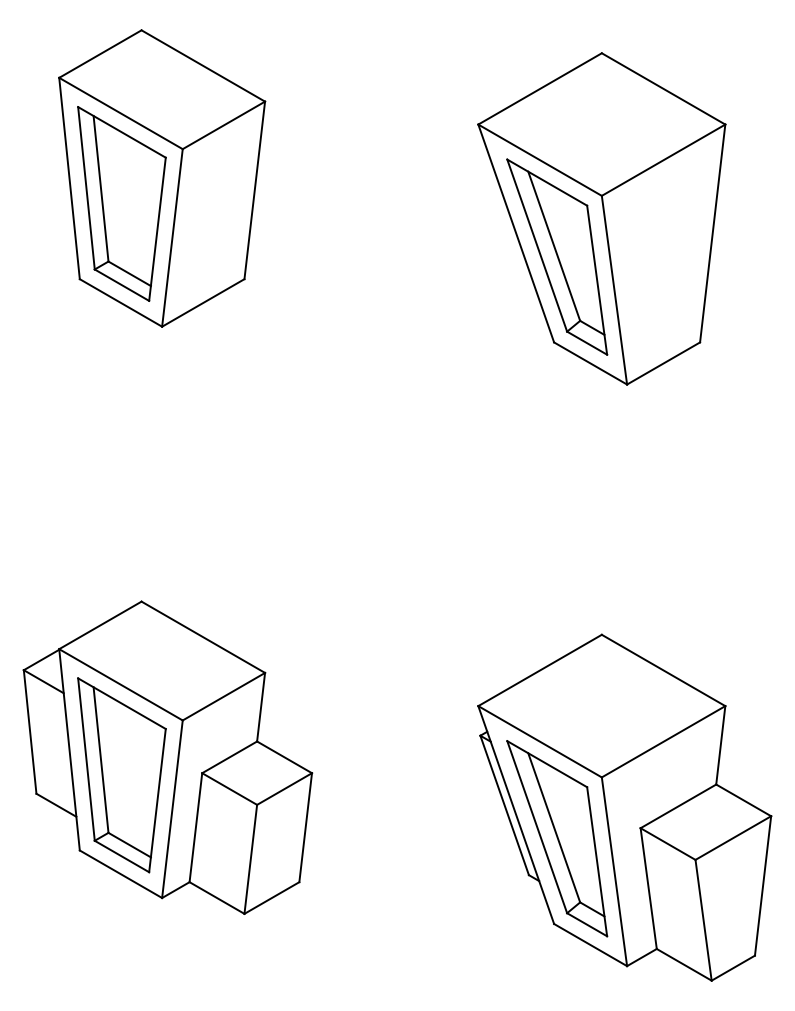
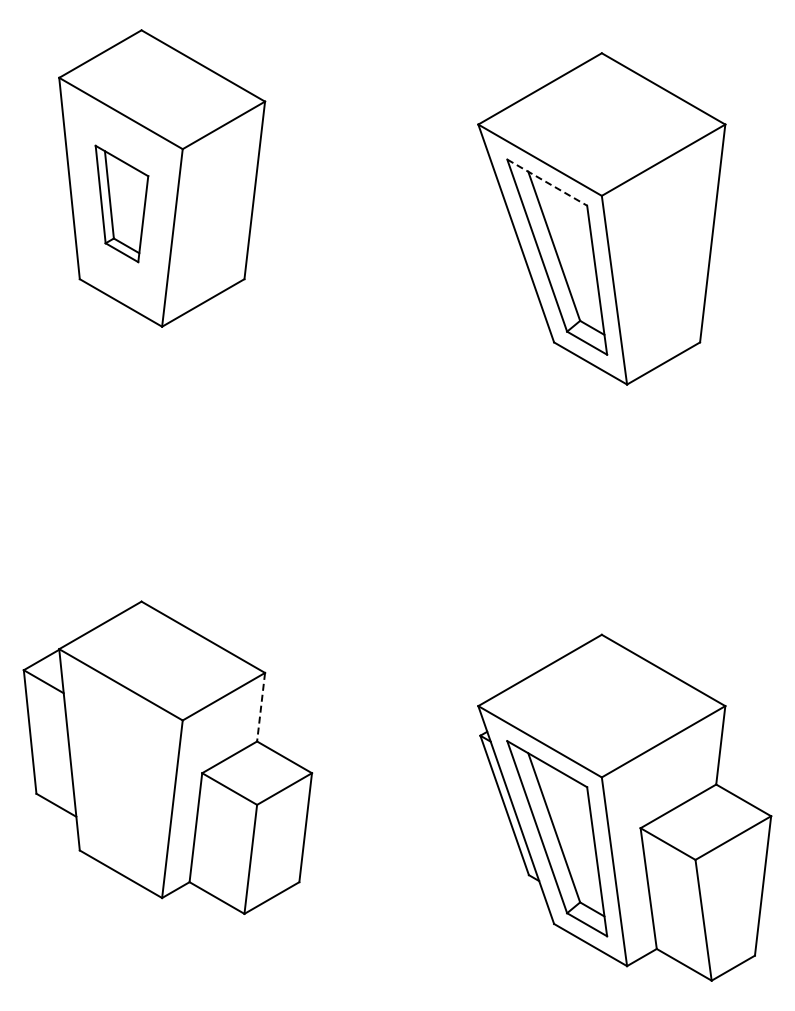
line at (547, 182): solid -> dashed
part at (121, 203) size: 90x196 px -> 56x120 px
line at (261, 707): solid -> dashed
part at (121, 775): present -> none
